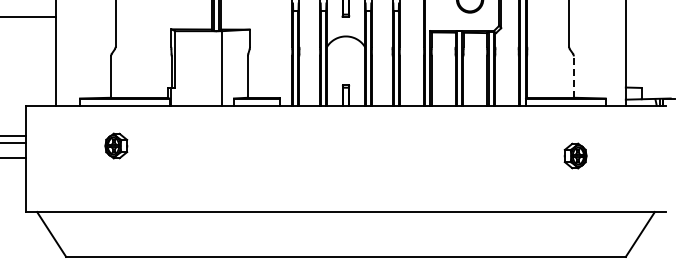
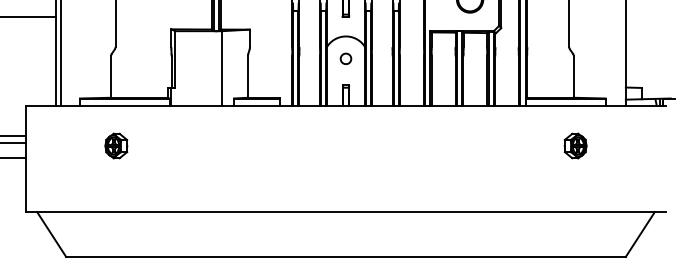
line at (60, 54): none -> present
part at (345, 58): none -> present
line at (573, 77): dashed -> solid
part at (575, 155) position: (575, 155) -> (575, 145)
